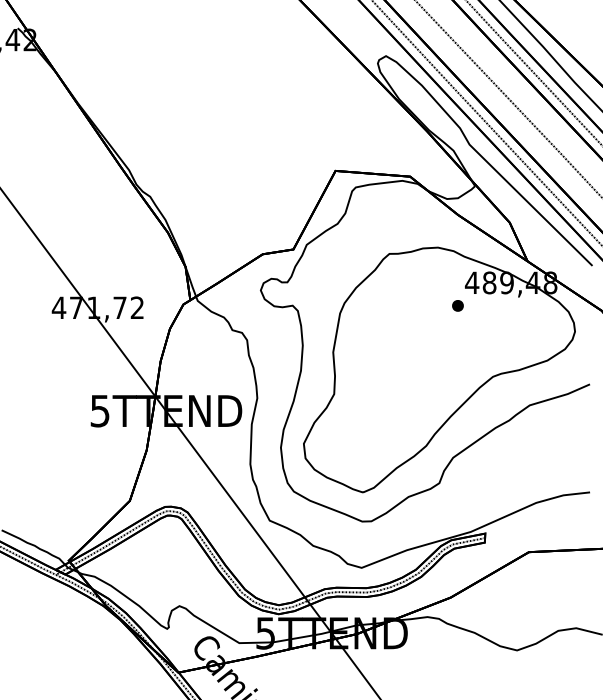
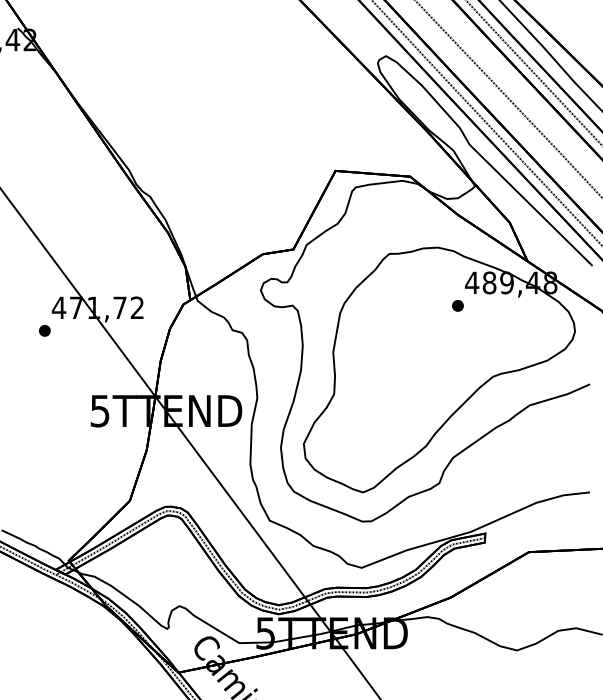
part at (44, 330): none -> present
